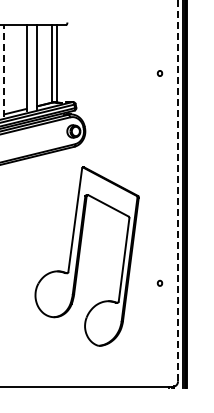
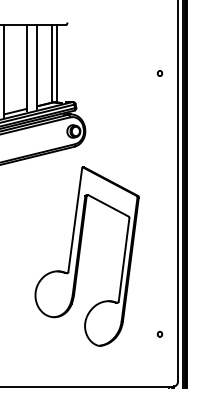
line at (4, 71): dashed -> solid
line at (178, 190): dashed -> solid
part at (159, 282) position: (159, 282) -> (159, 333)
